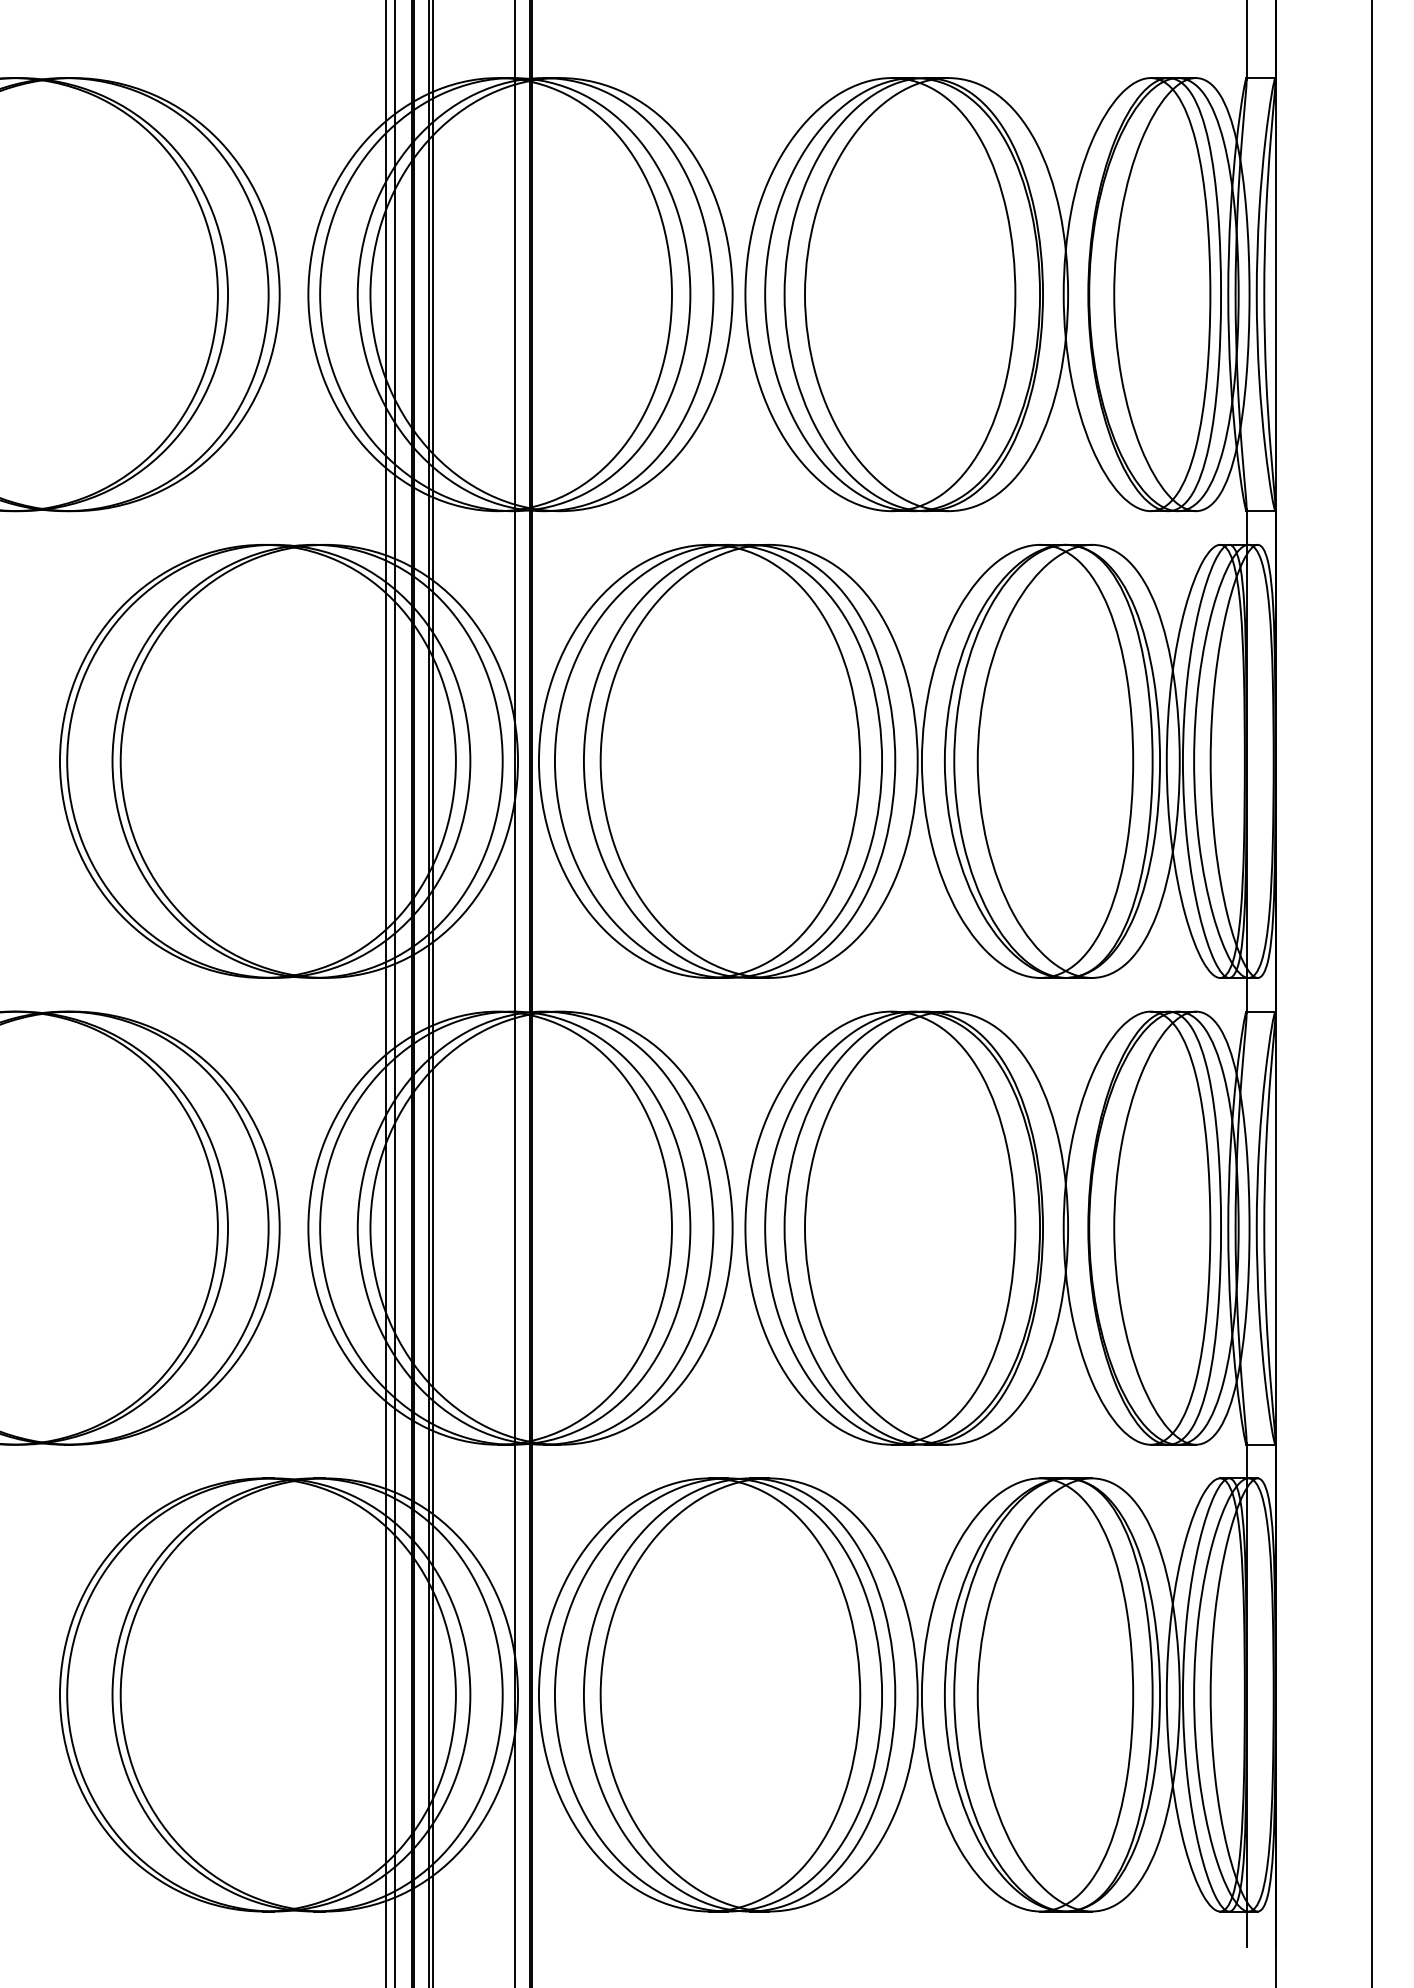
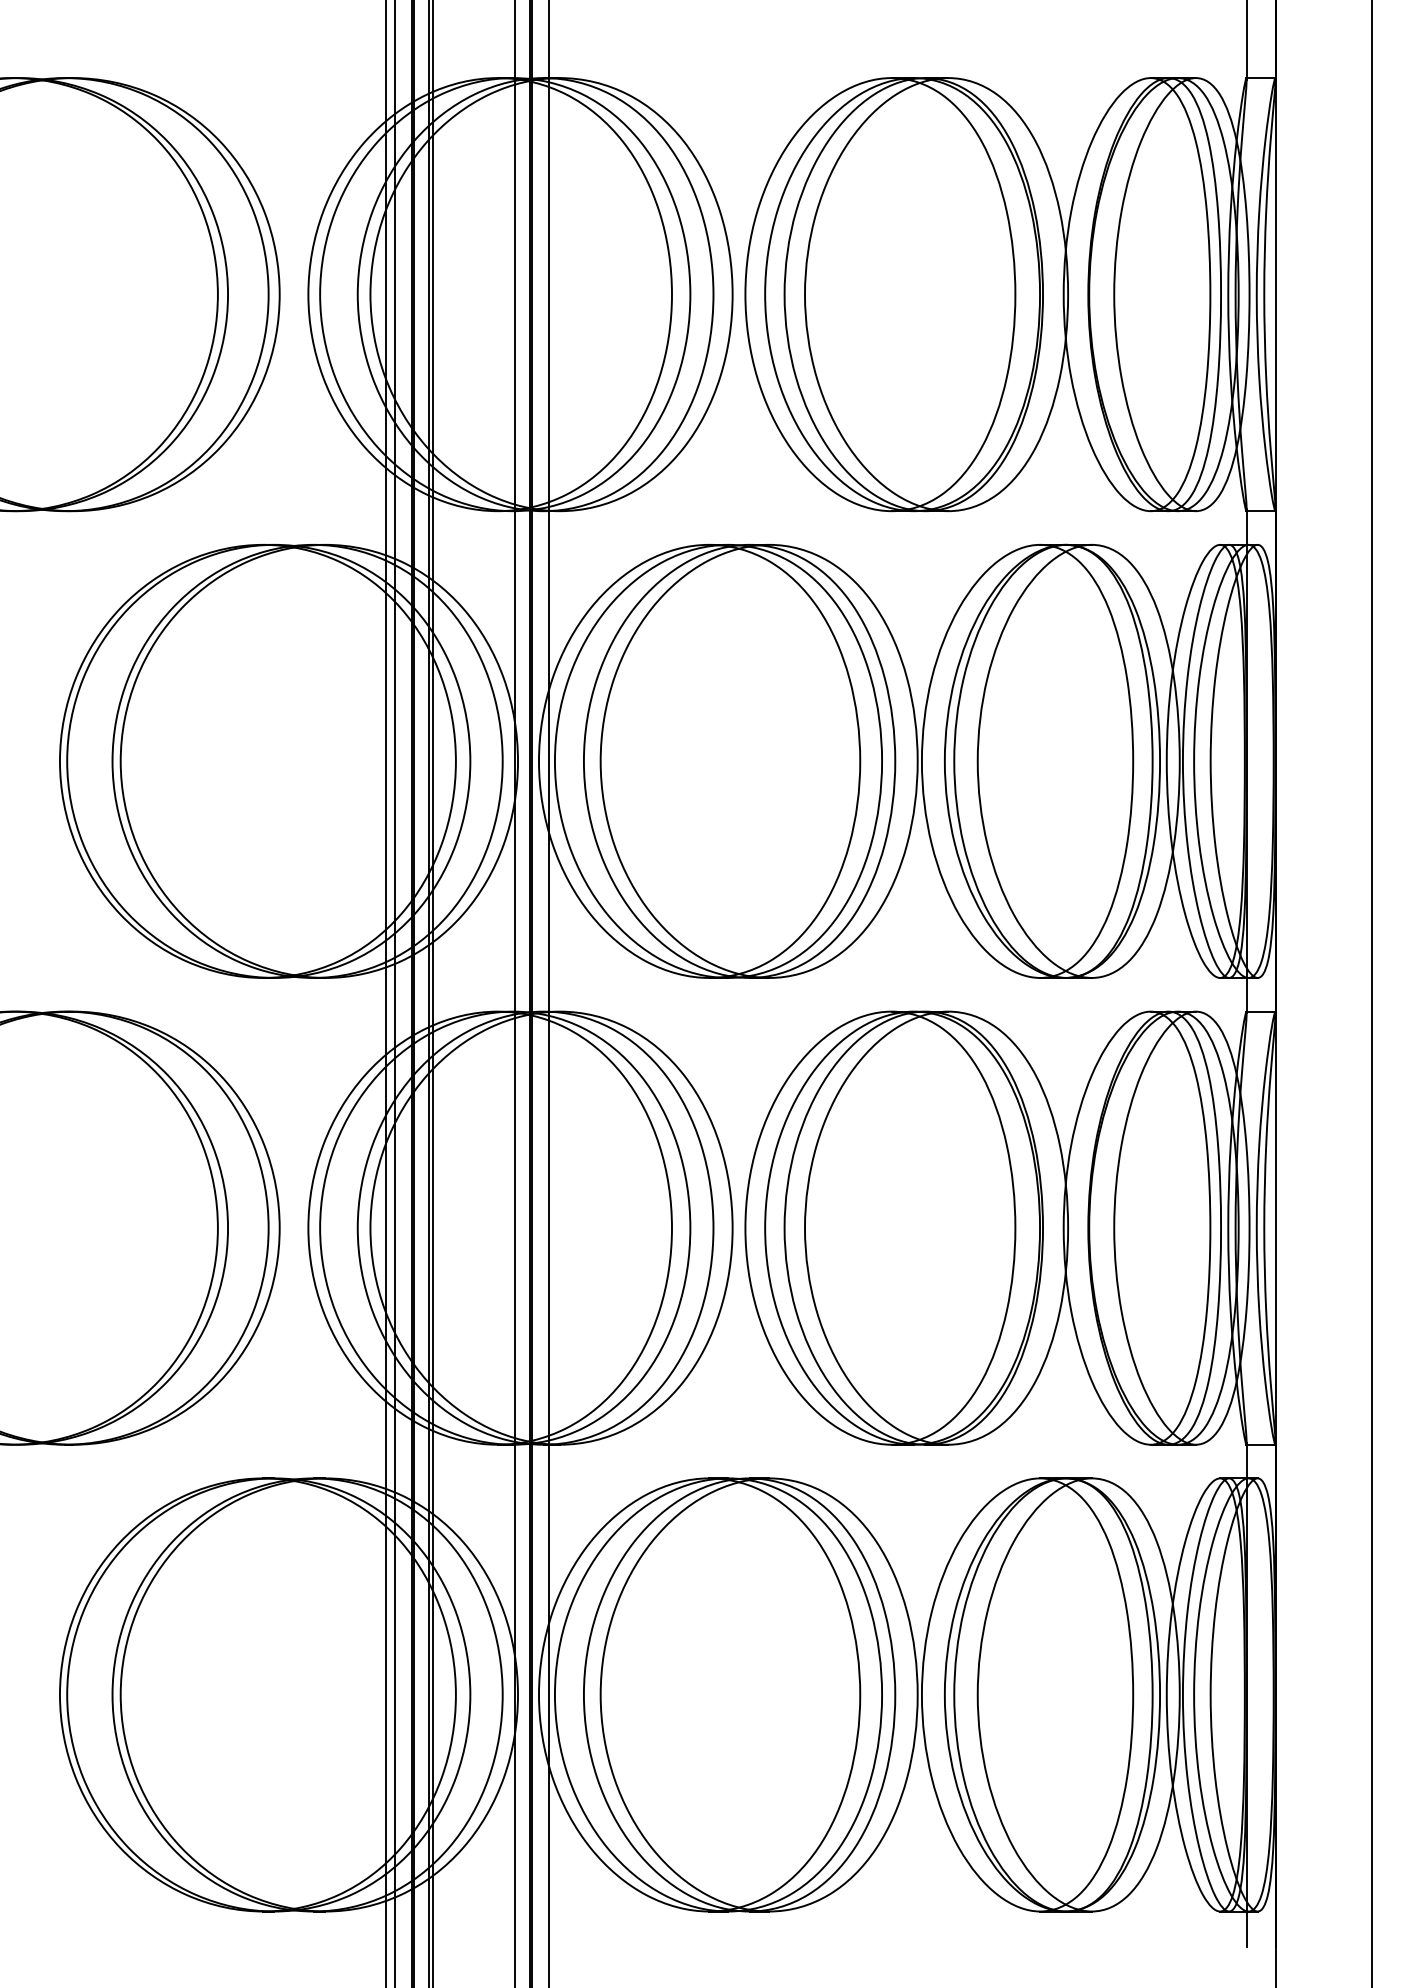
line at (548, 993): none -> present
